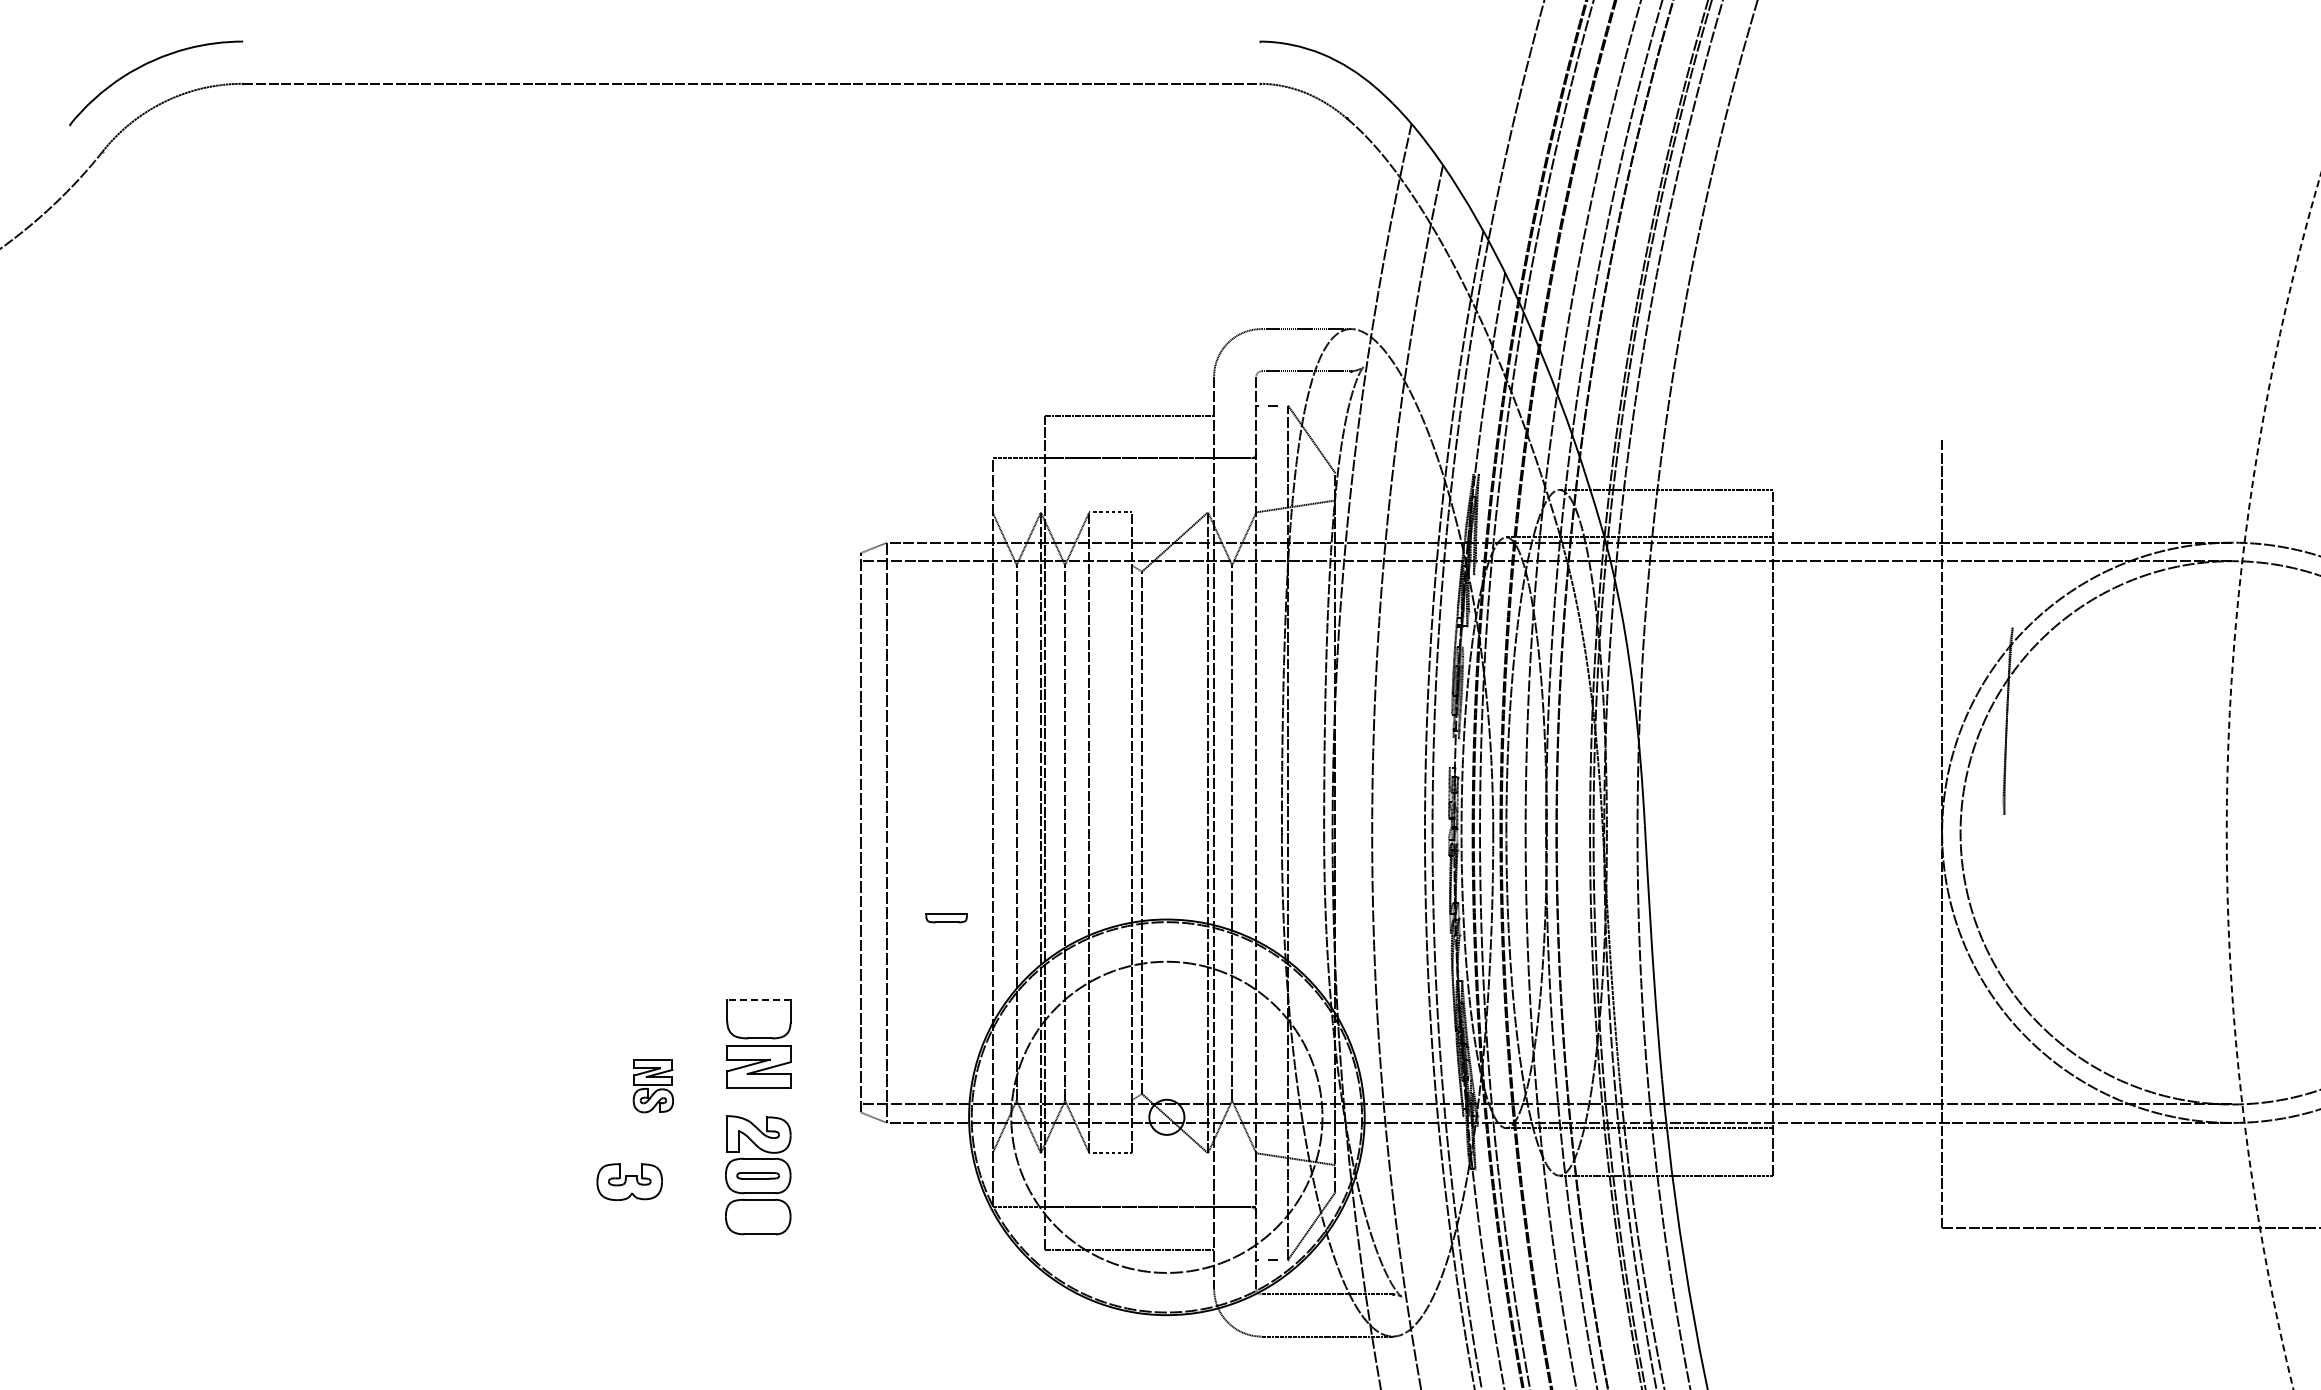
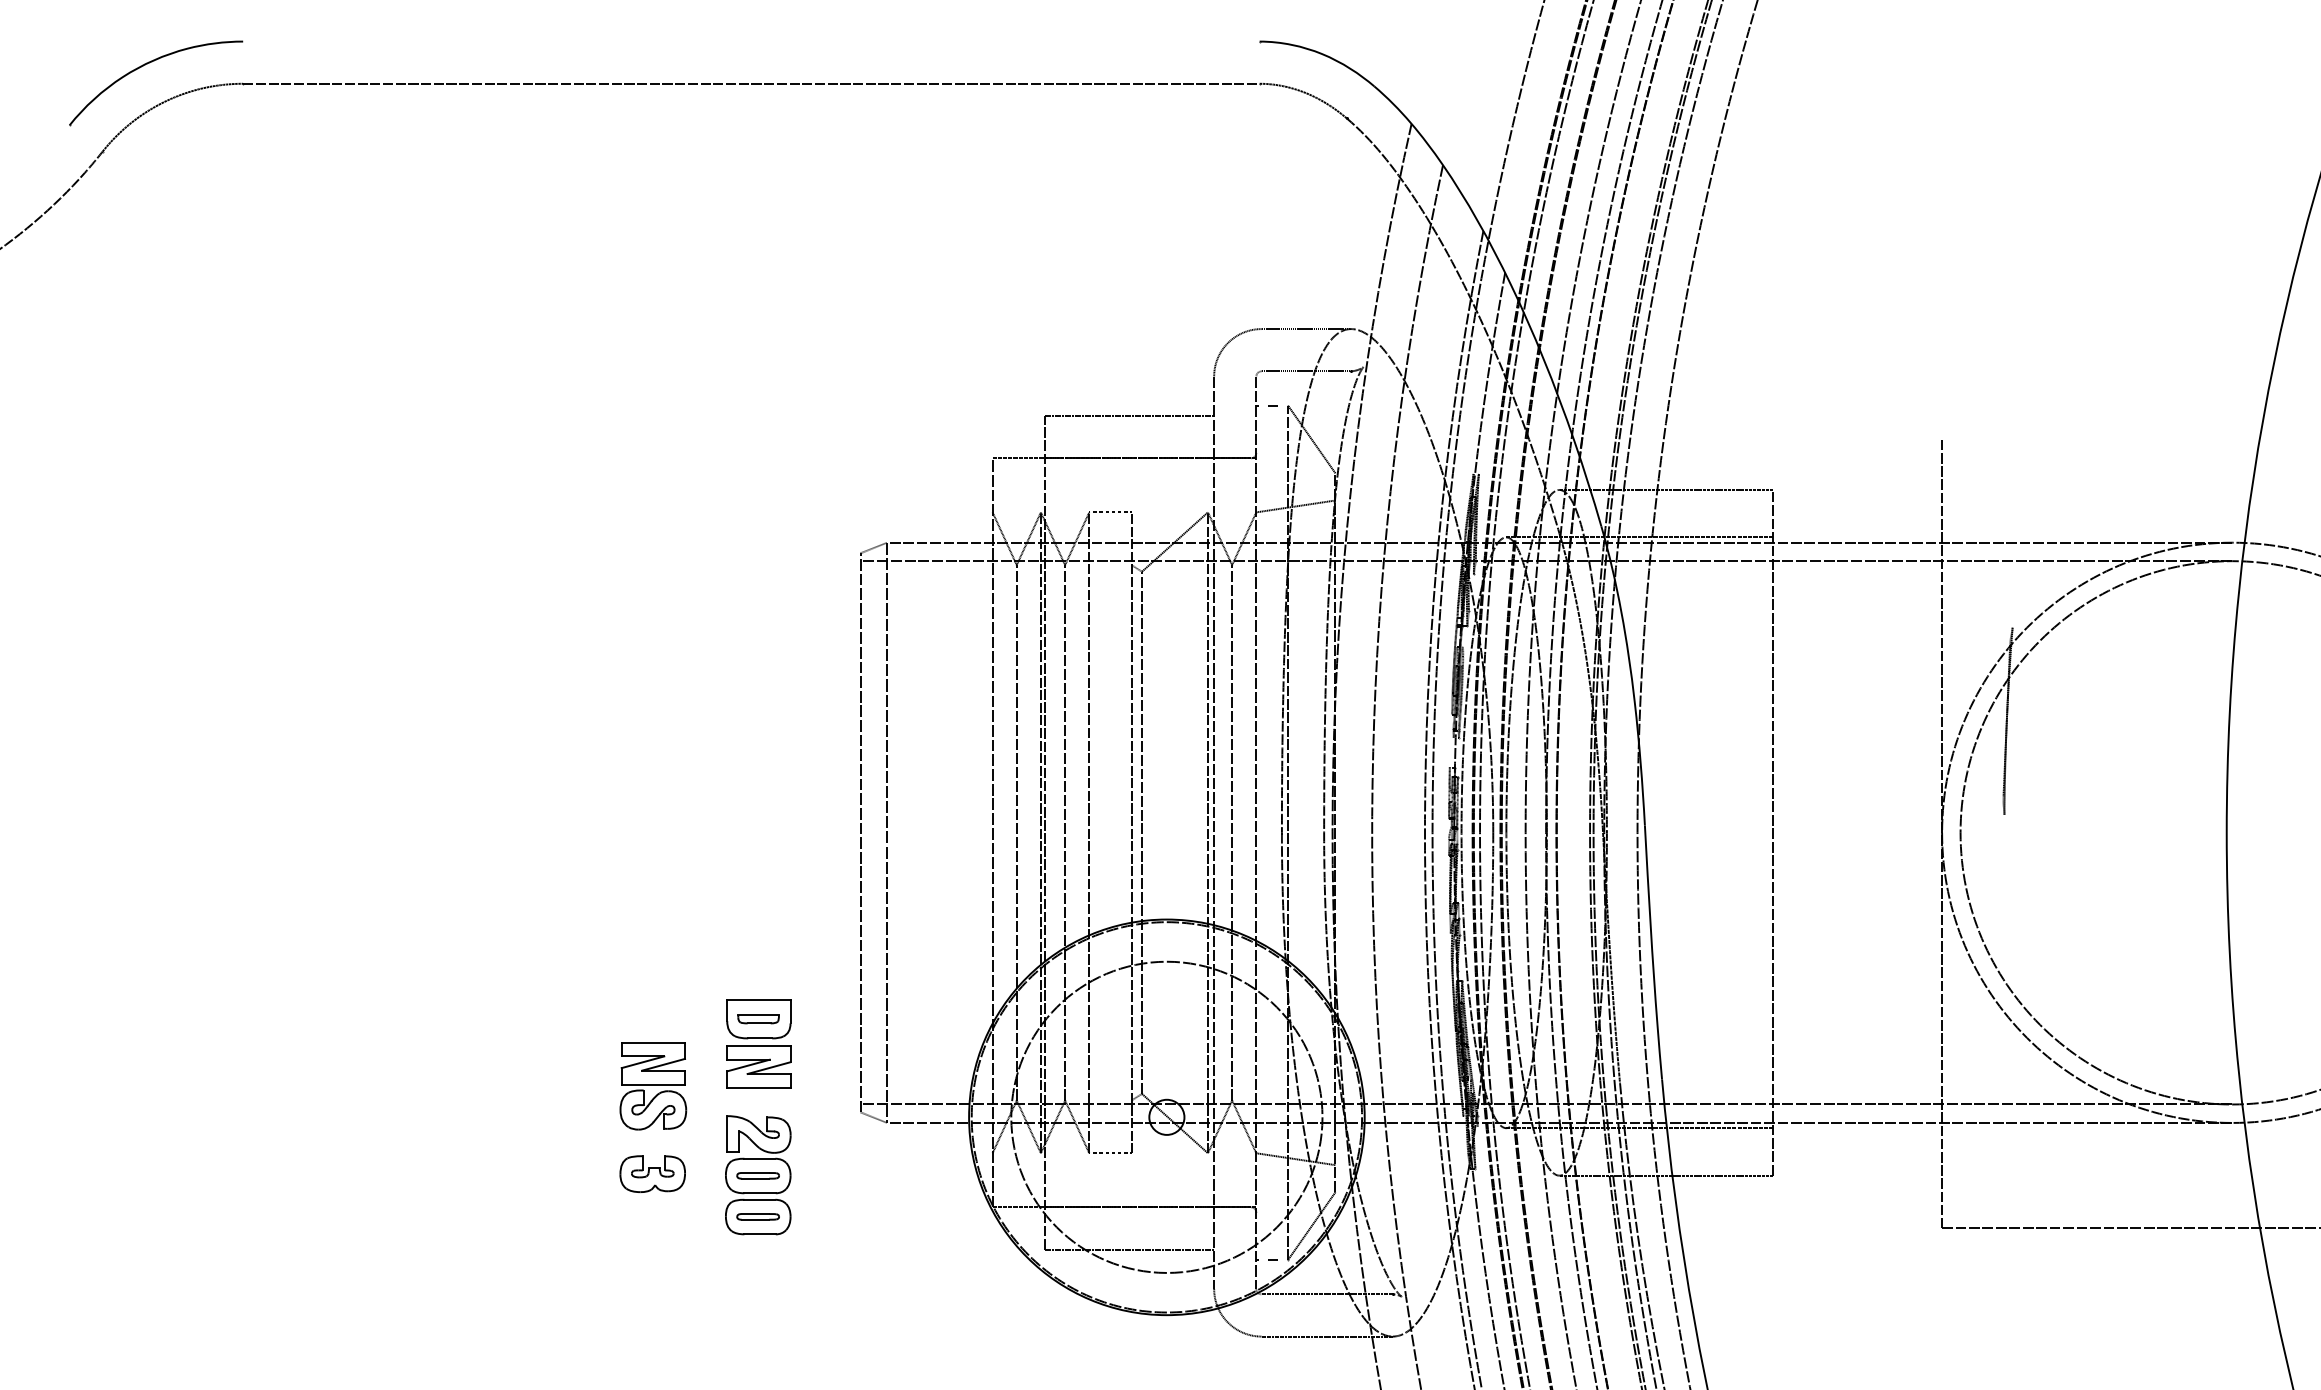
circle at (2273, 781): dashed -> solid
part at (946, 918) position: (946, 918) -> (758, 1019)
line at (758, 1000): dashed -> solid
part at (652, 1086) size: 42x55 px -> 69x89 px
part at (629, 1181) position: (629, 1181) -> (652, 1173)
part at (757, 1216): none -> present
